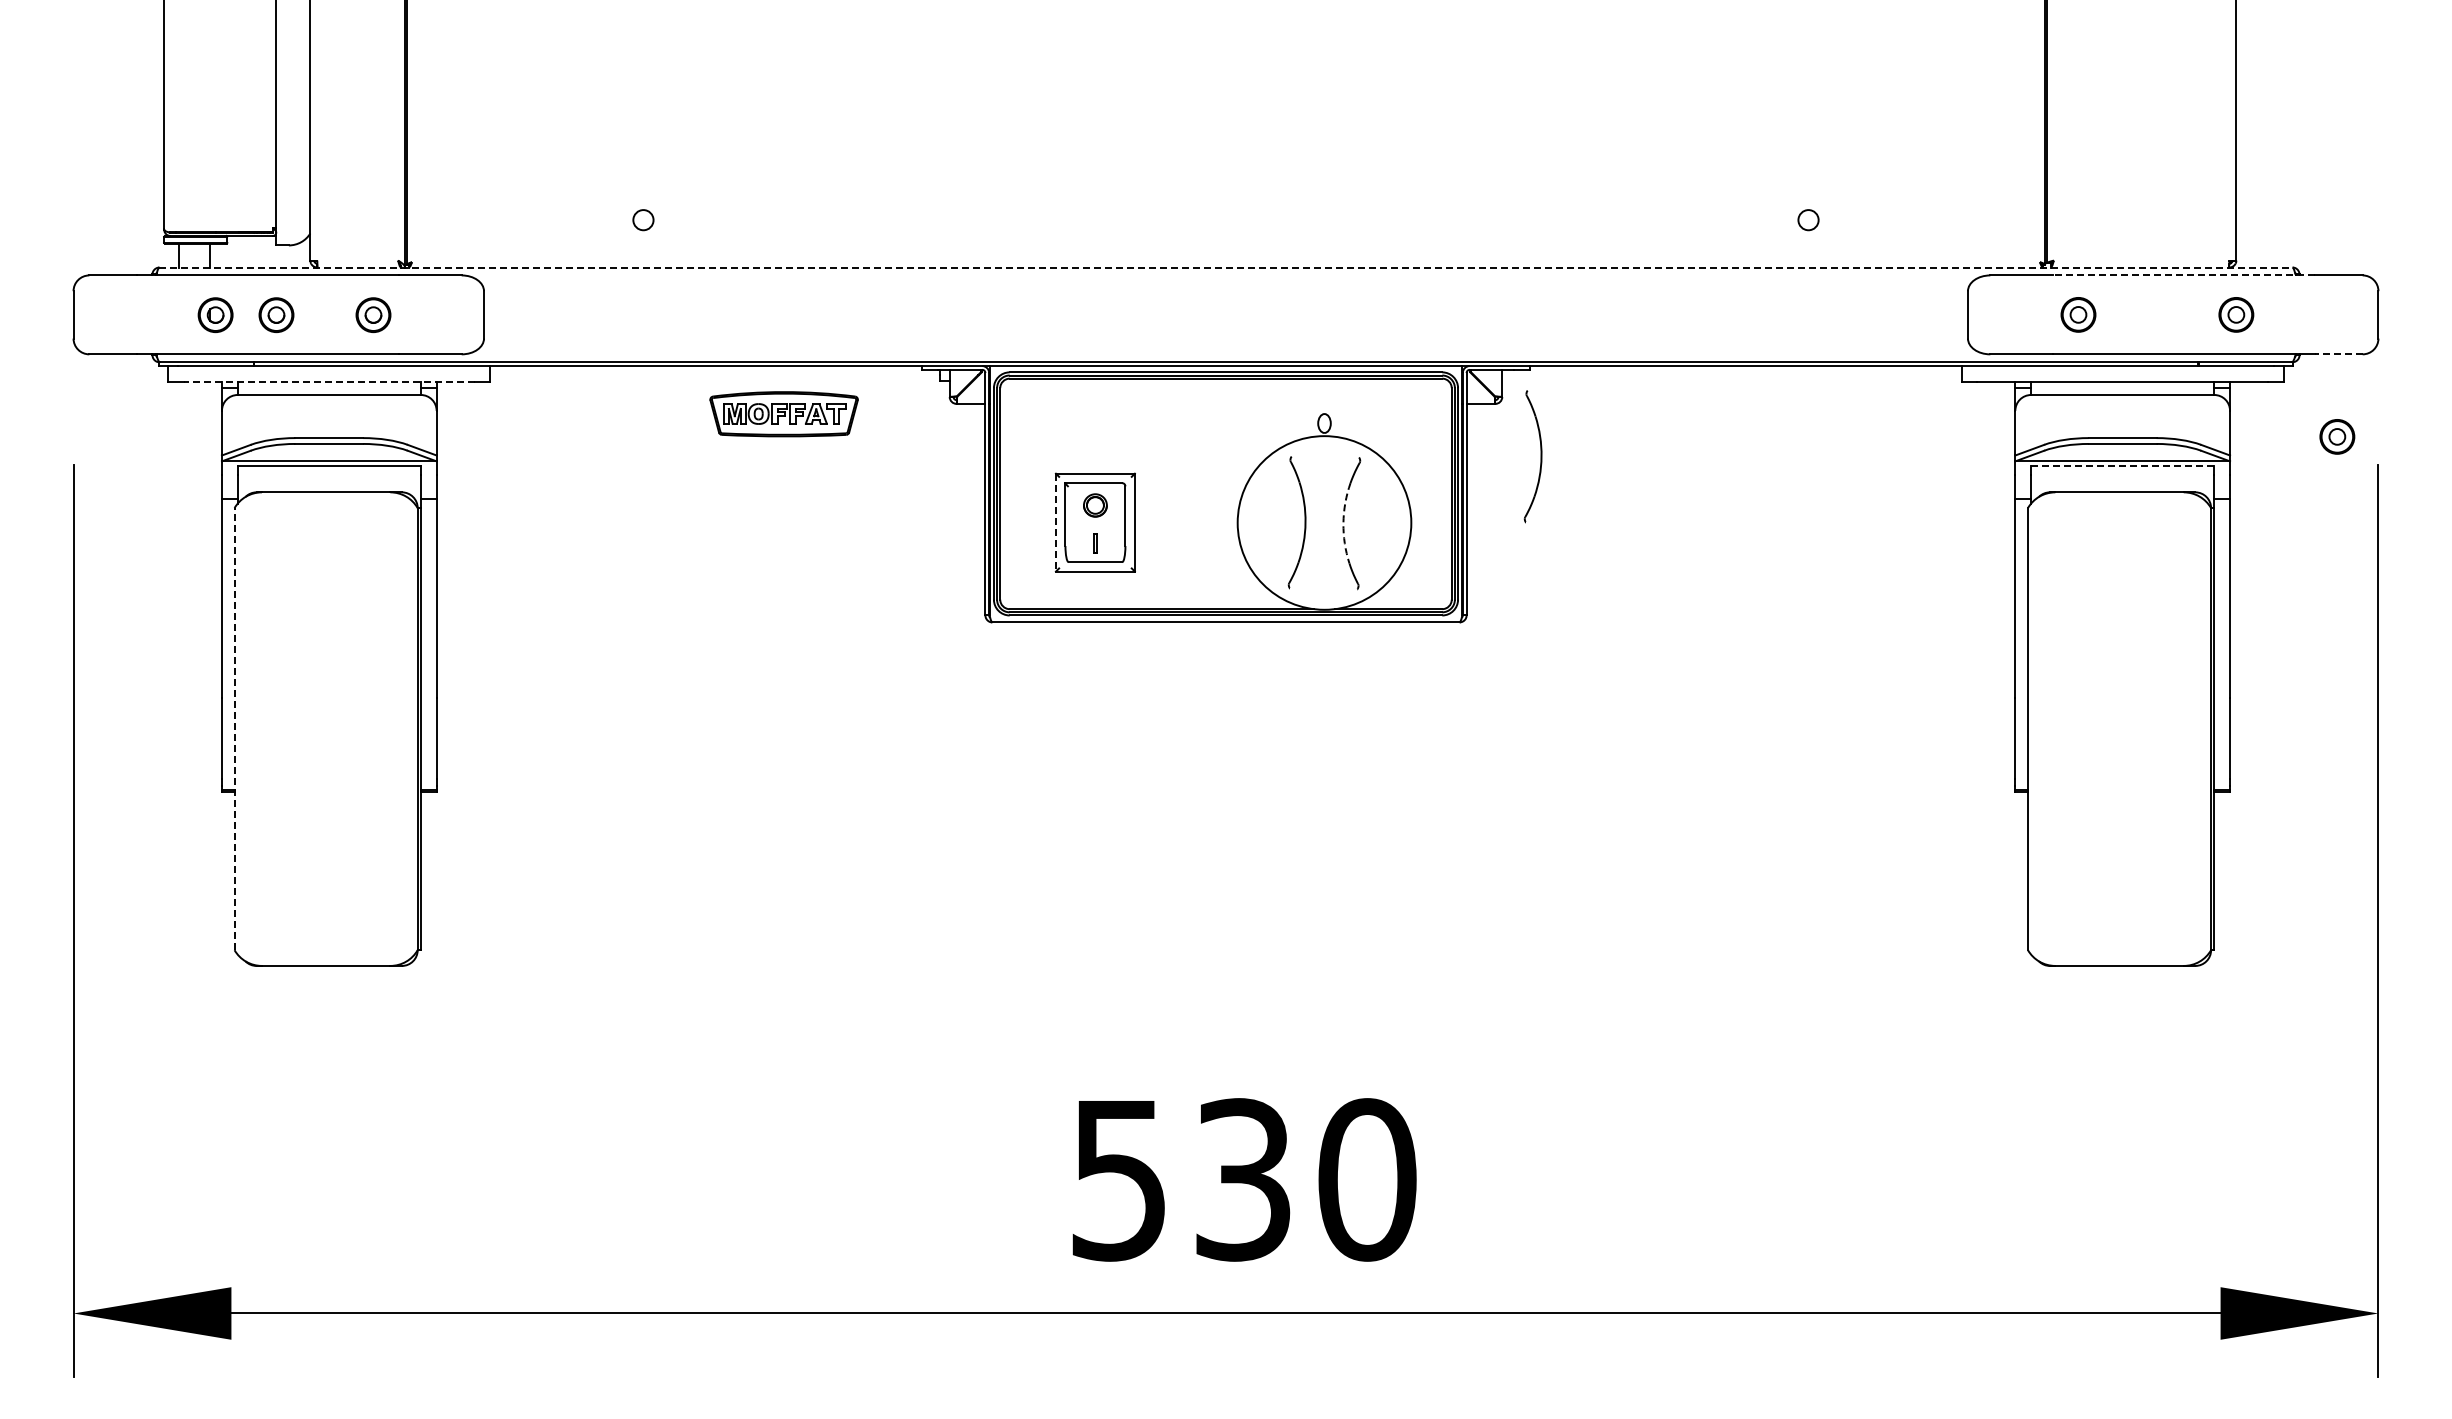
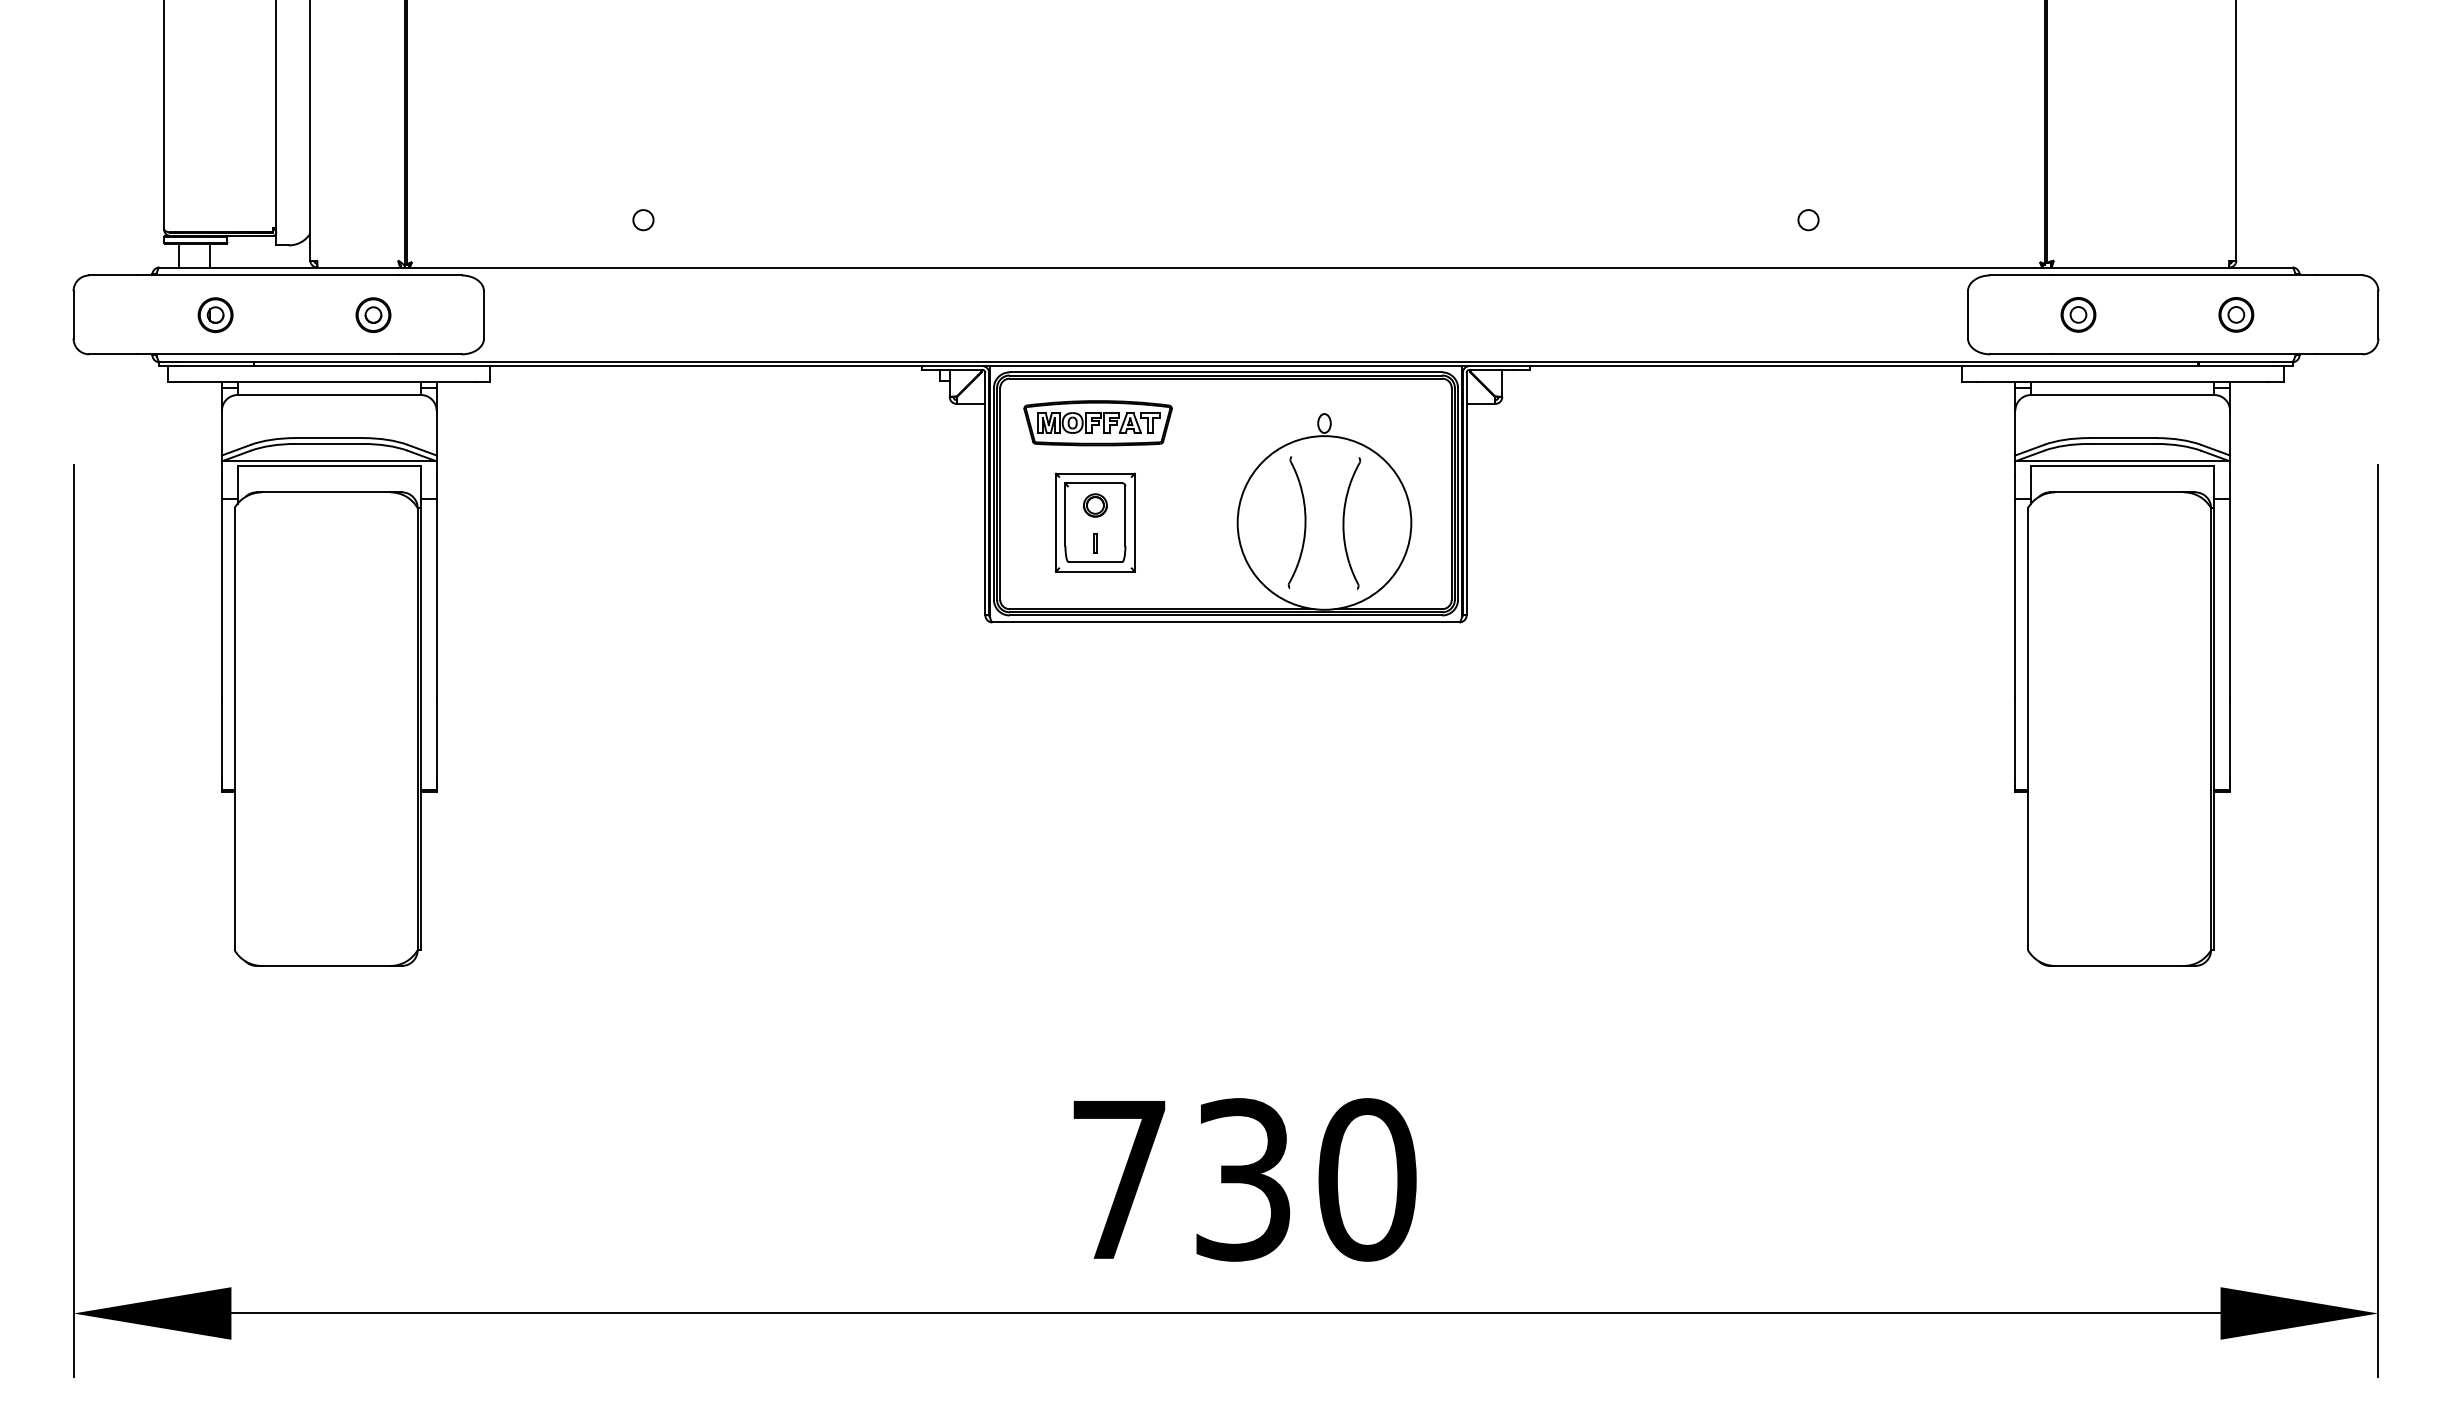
line at (1226, 267): dashed -> solid
line at (2184, 275): dashed -> solid
part at (276, 314): present -> none
line at (2338, 354): dashed -> solid
line at (328, 381): dashed -> solid
part at (783, 414) position: (783, 414) -> (1097, 423)
part at (2337, 436): present -> none
part at (1540, 456): present -> none
line at (2122, 466): dashed -> solid
line at (1055, 522): dashed -> solid
arc at (1343, 523): dashed -> solid
line at (234, 728): dashed -> solid
text at (1118, 1181): 530 -> 730
